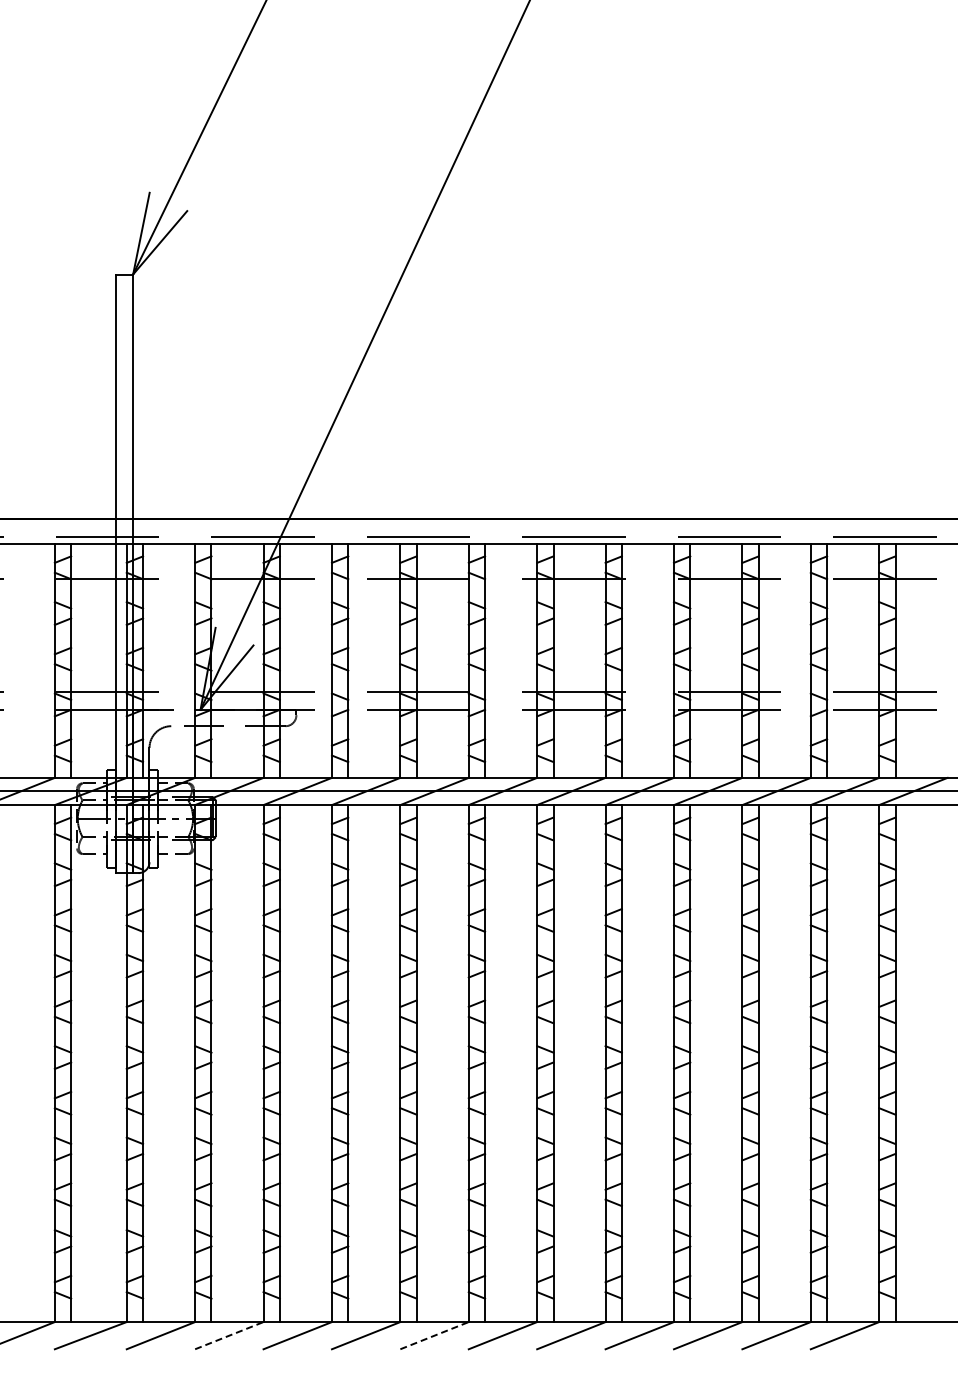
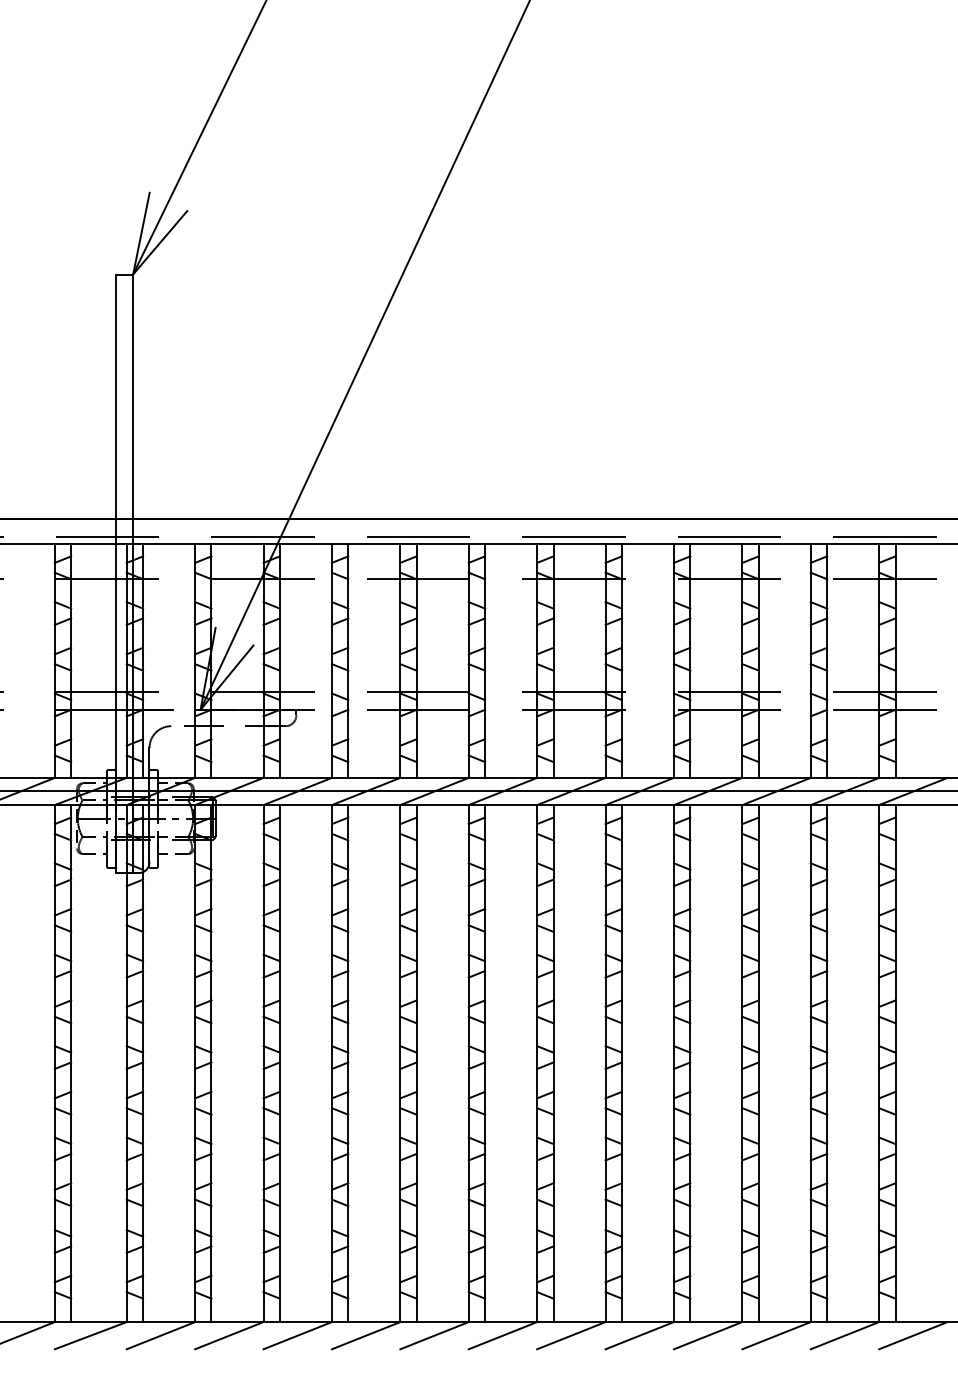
line at (229, 1335): dashed -> solid
line at (434, 1335): dashed -> solid
line at (913, 1335): none -> present
